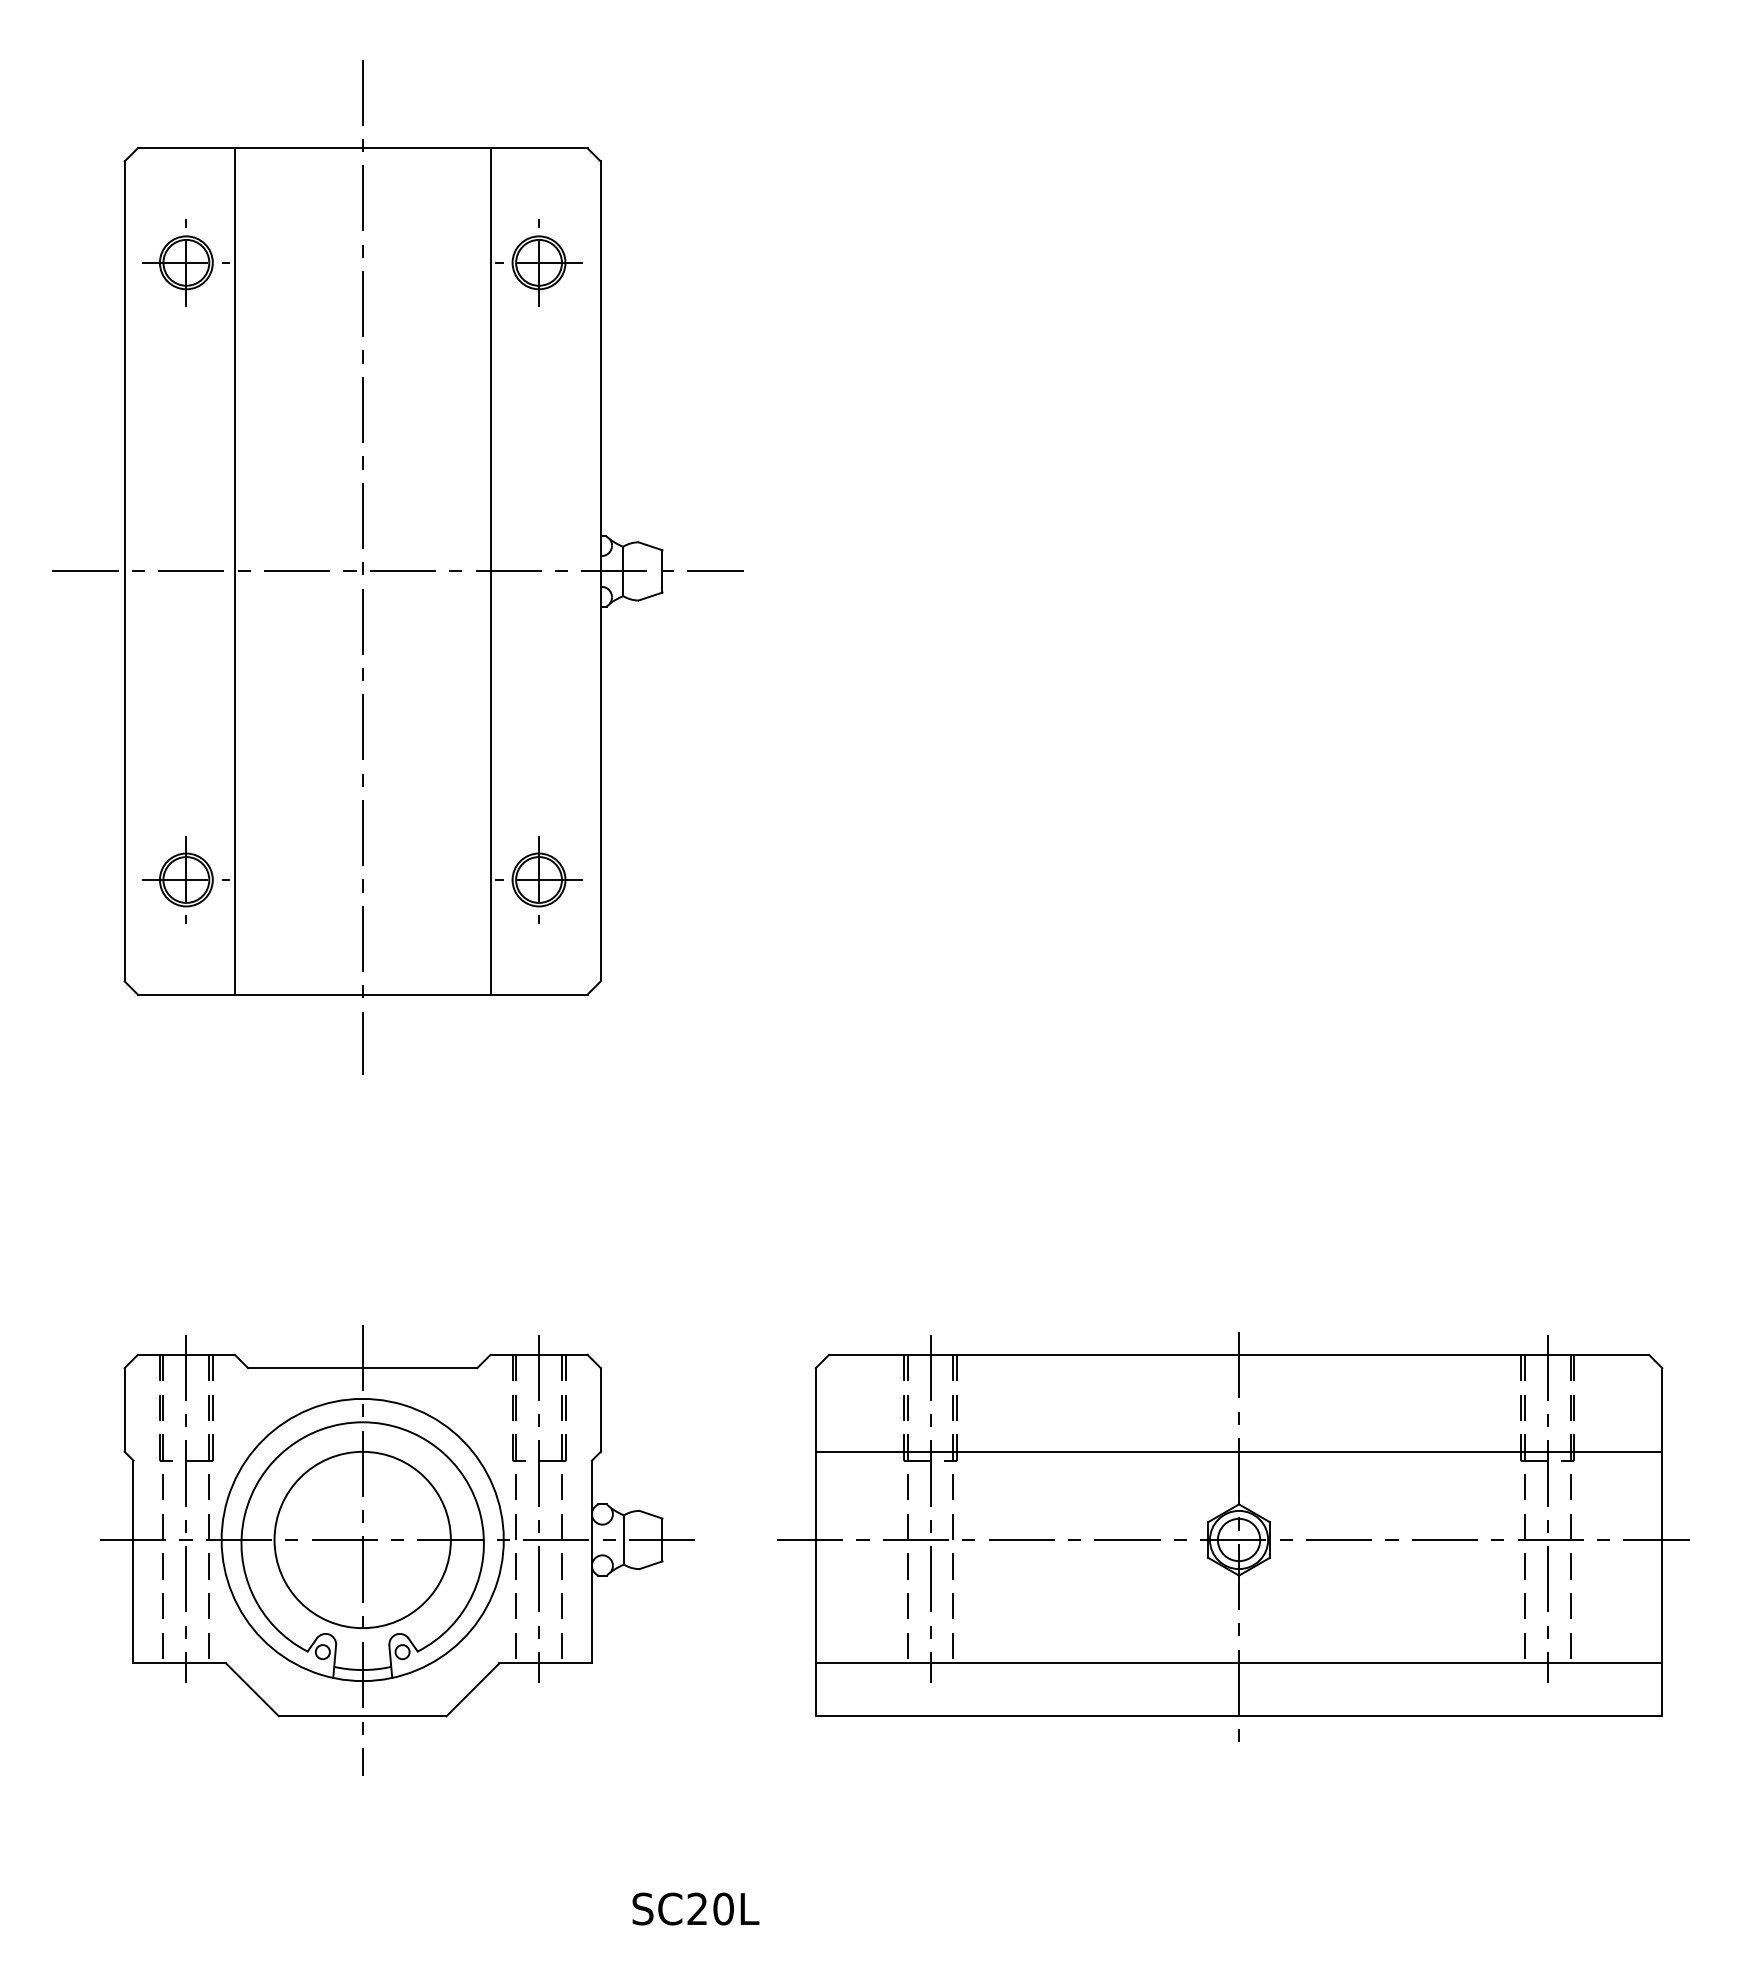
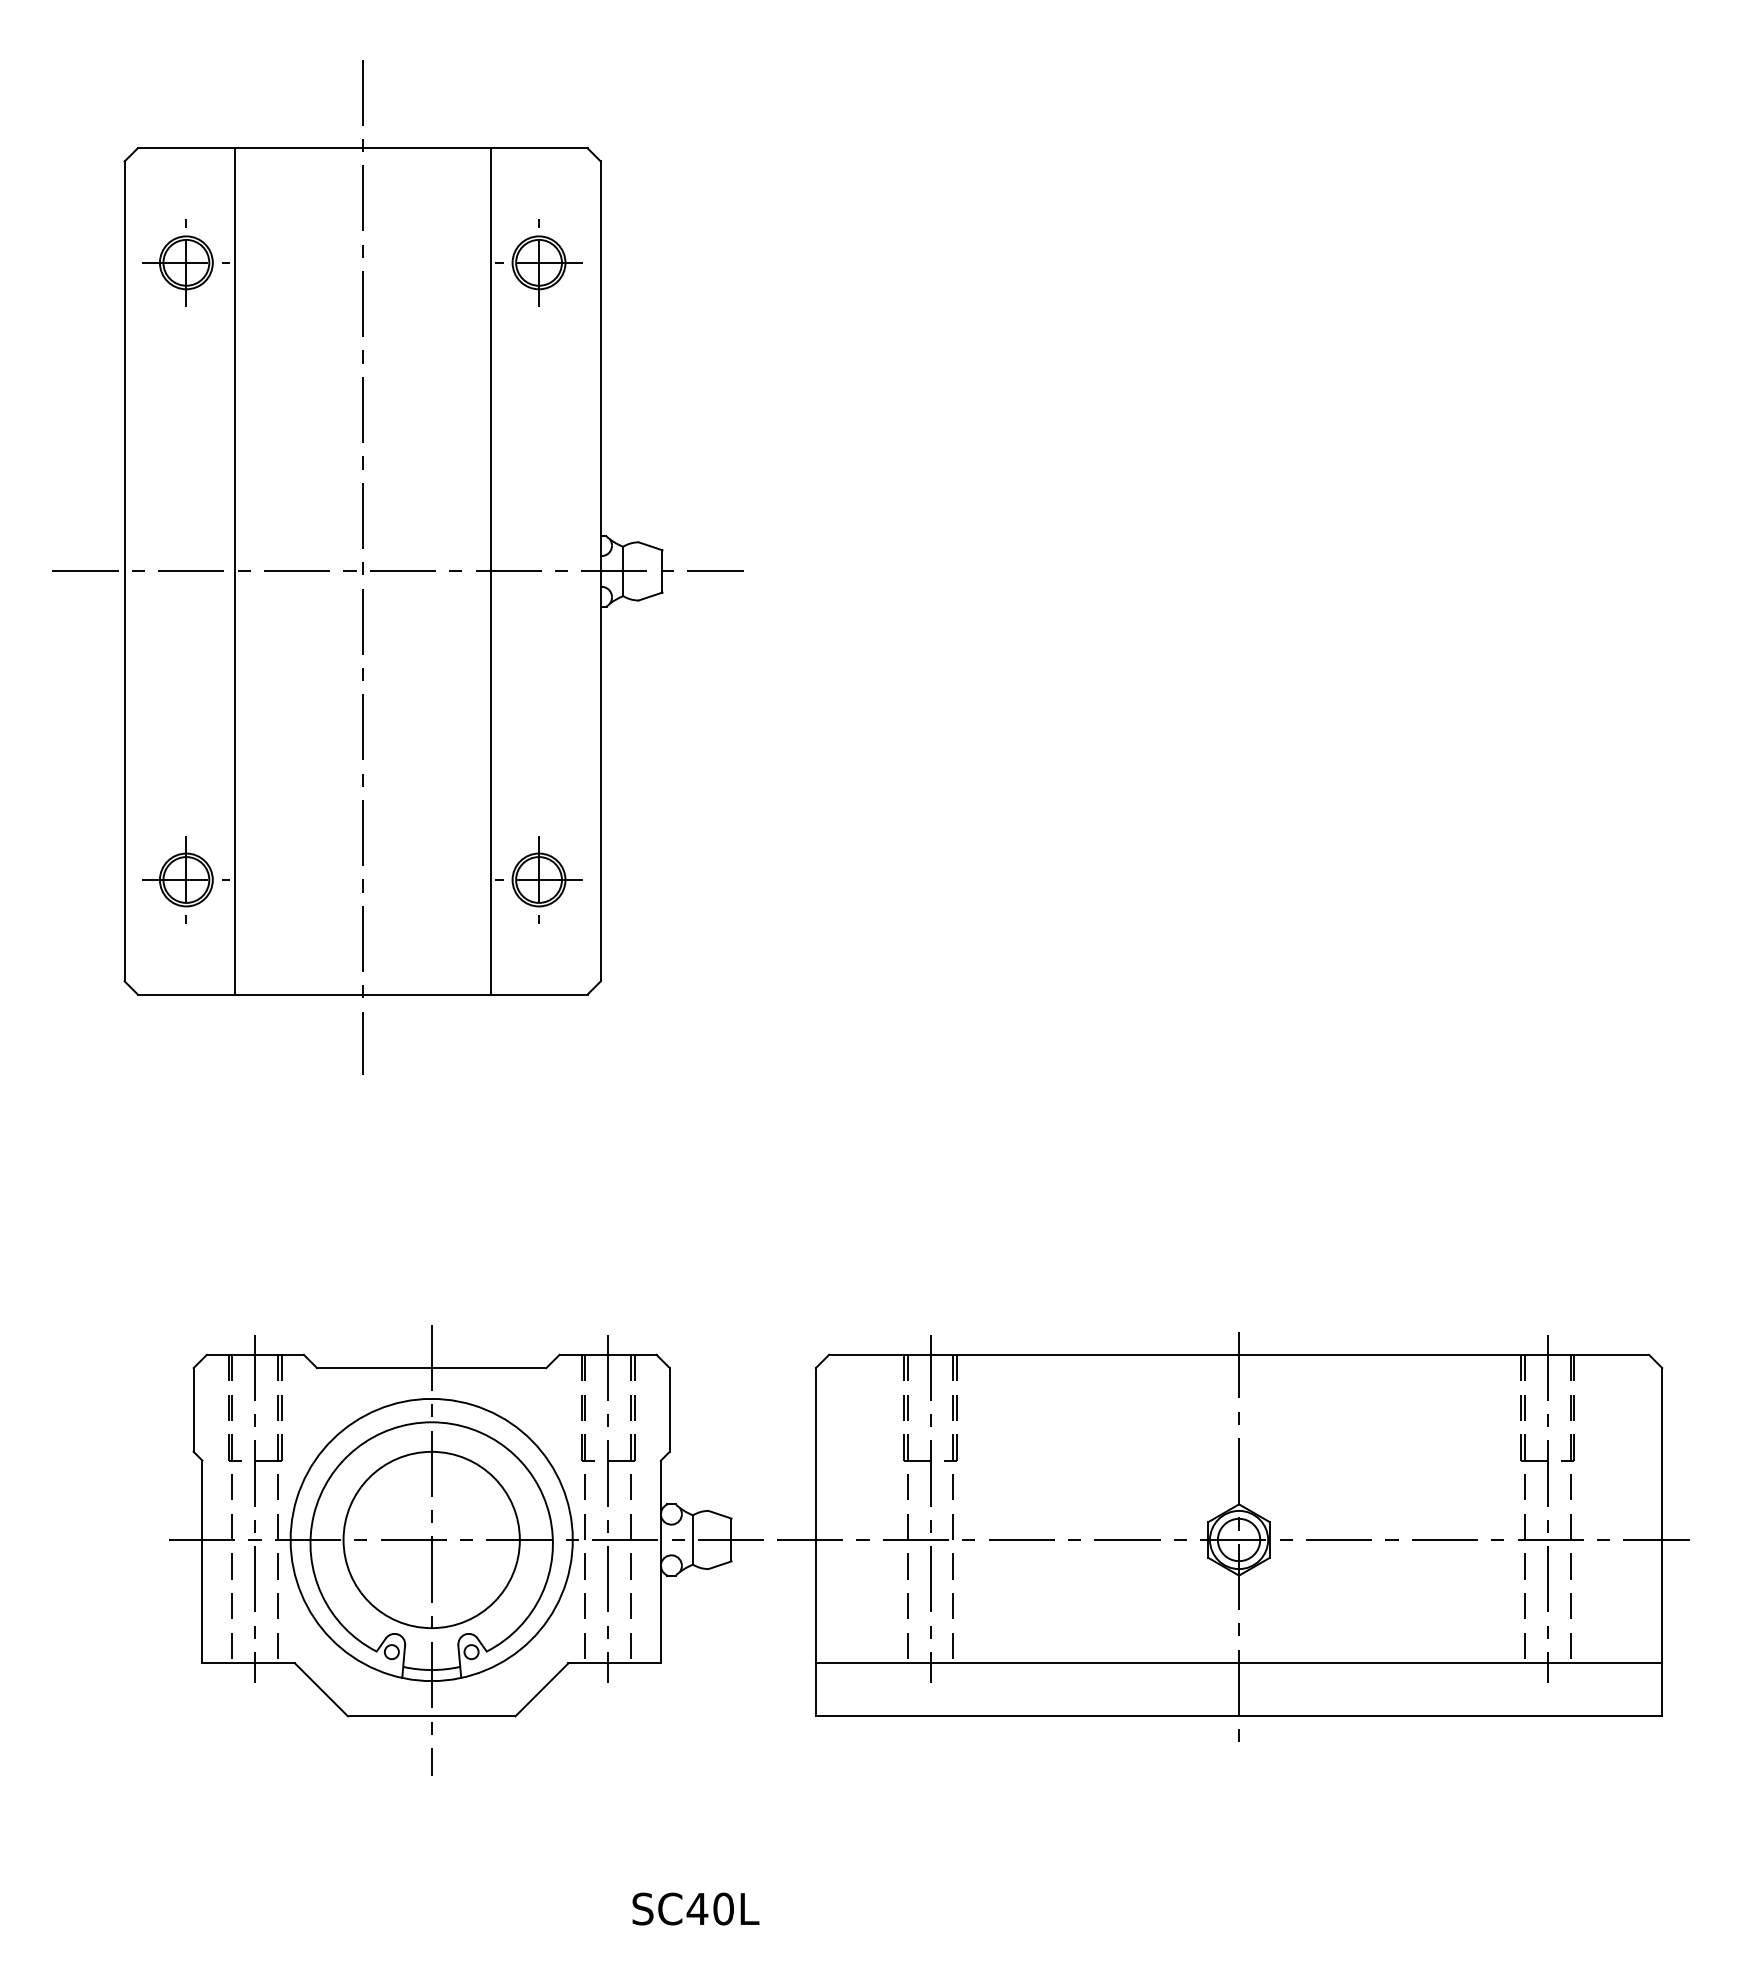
line at (1238, 1451): present -> none
part at (397, 1550) position: (397, 1550) -> (466, 1550)
text at (697, 1908): SC20L -> SC40L
